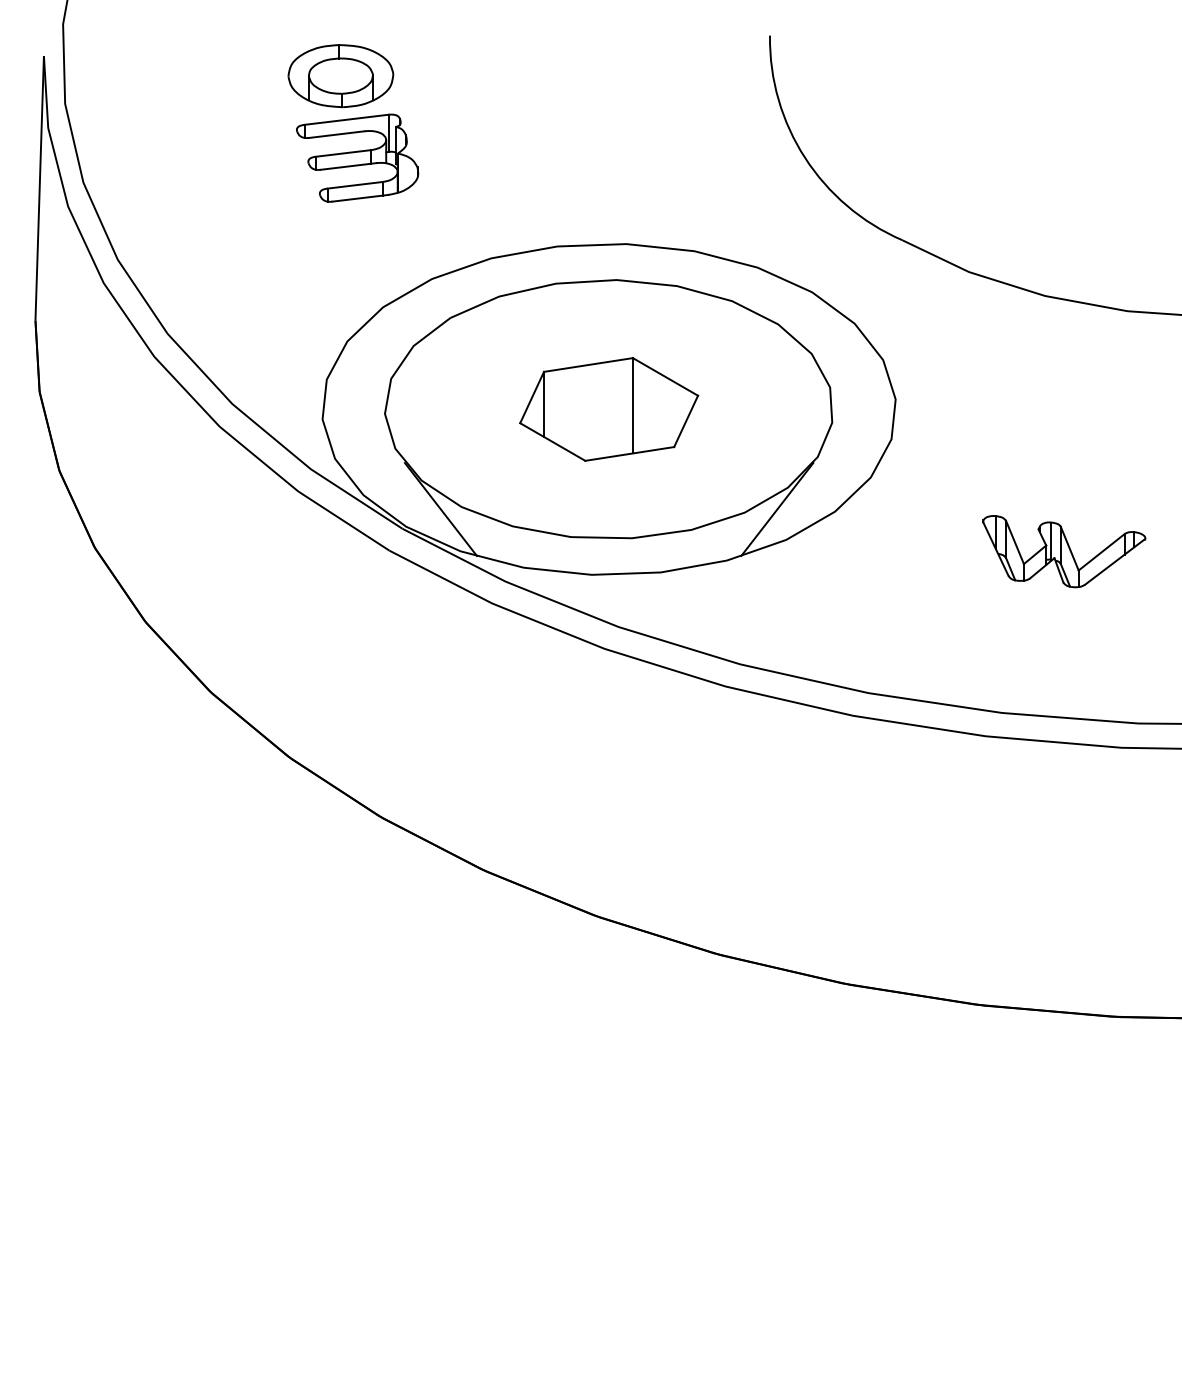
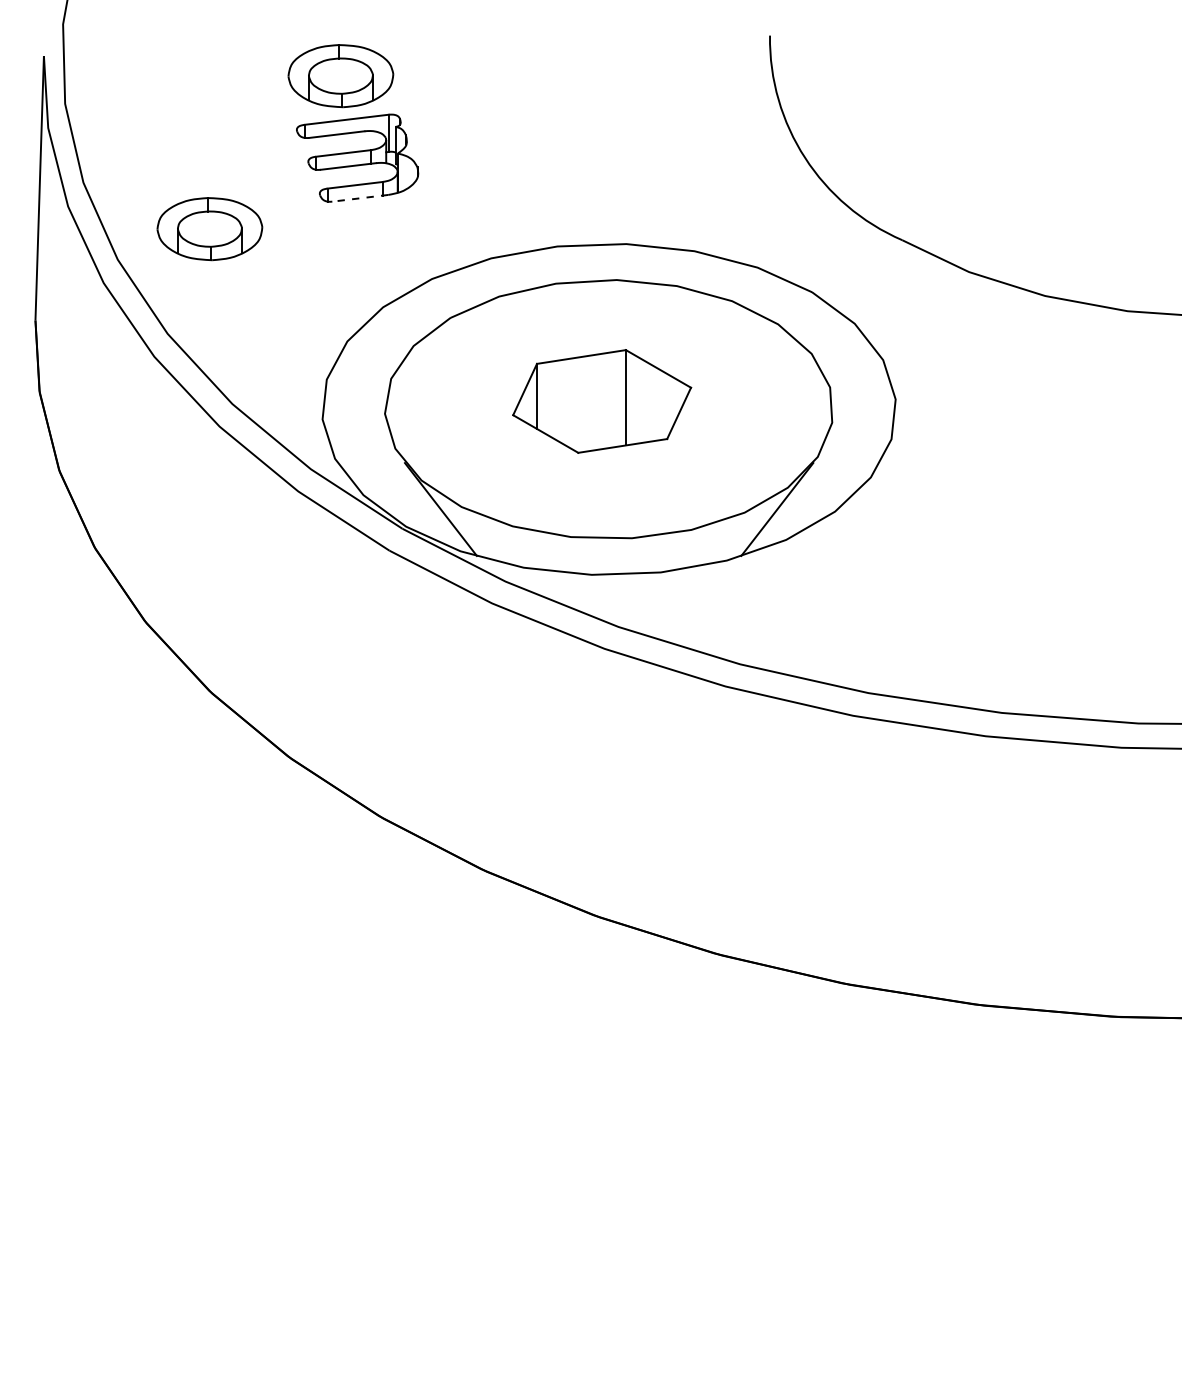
line at (359, 198): solid -> dashed
part at (209, 229): none -> present
part at (609, 409) position: (609, 409) -> (602, 401)
part at (1064, 551): present -> none
